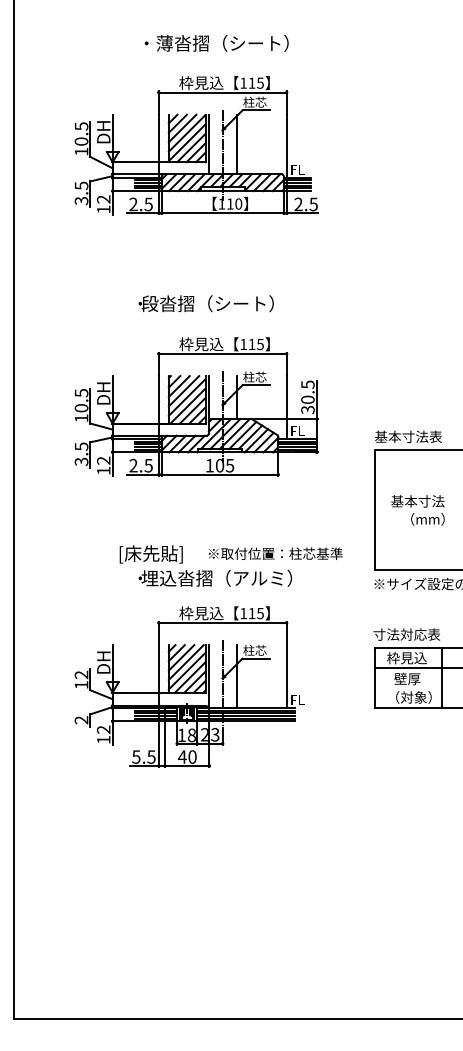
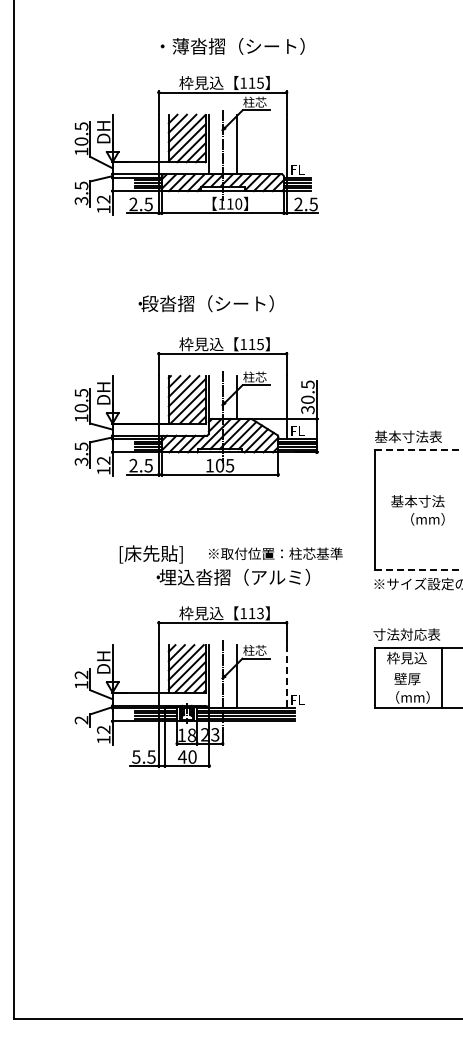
text at (216, 43) position: (216, 43) -> (232, 46)
line at (419, 450): solid -> dashed
line at (419, 570): solid -> dashed
text at (214, 578) position: (214, 578) -> (232, 577)
text at (260, 612): 115 -> 113
line at (417, 668): present -> none
line at (286, 676): solid -> dashed
text at (416, 697): （対象） -> （mm）
